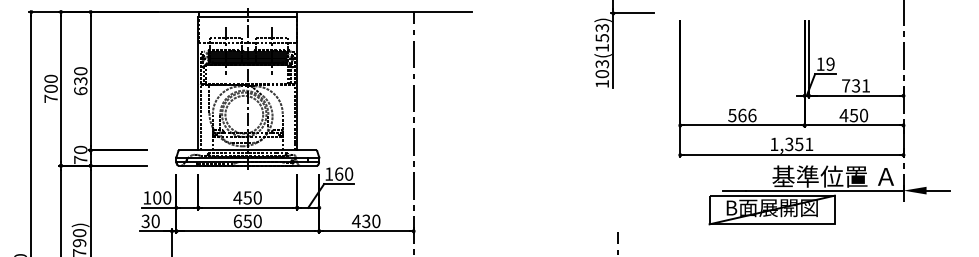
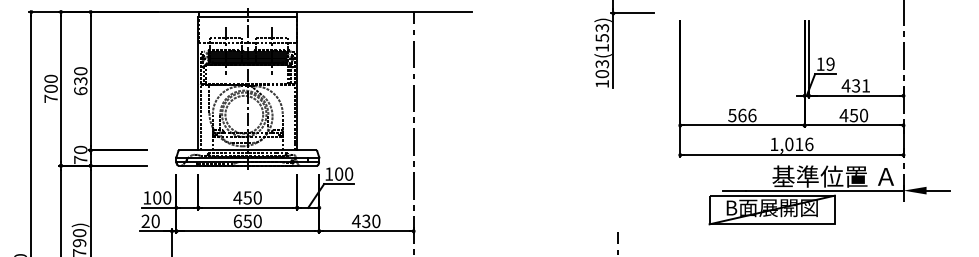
text at (845, 85): 731 -> 431
text at (799, 144): 1,351 -> 1,016
text at (339, 173): 160 -> 100
text at (145, 221): 30 -> 20
